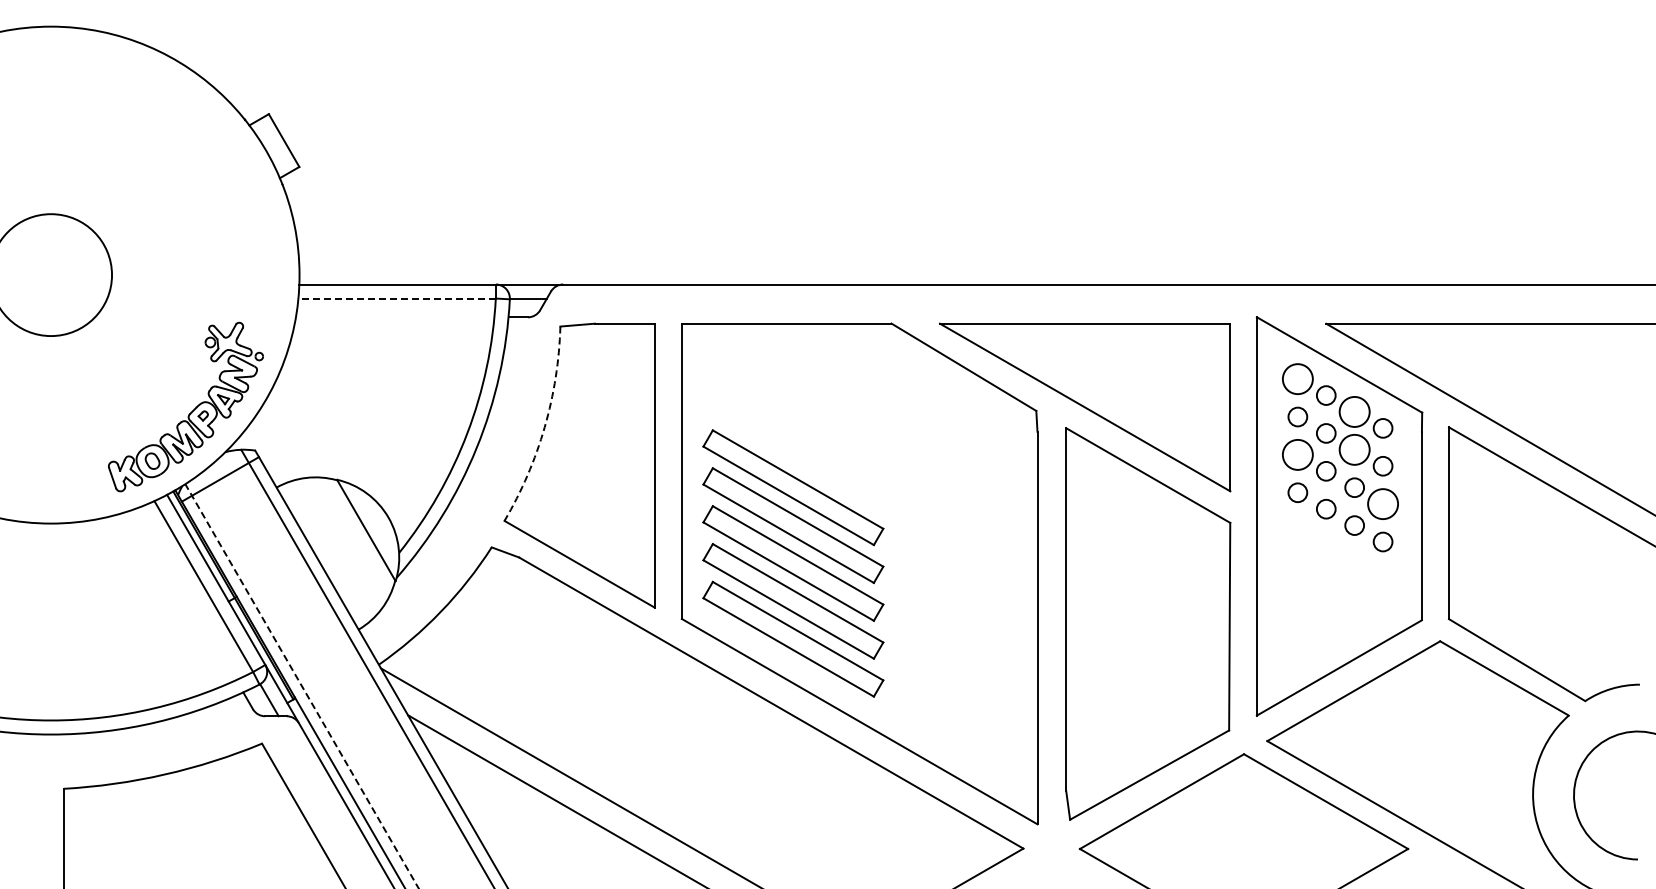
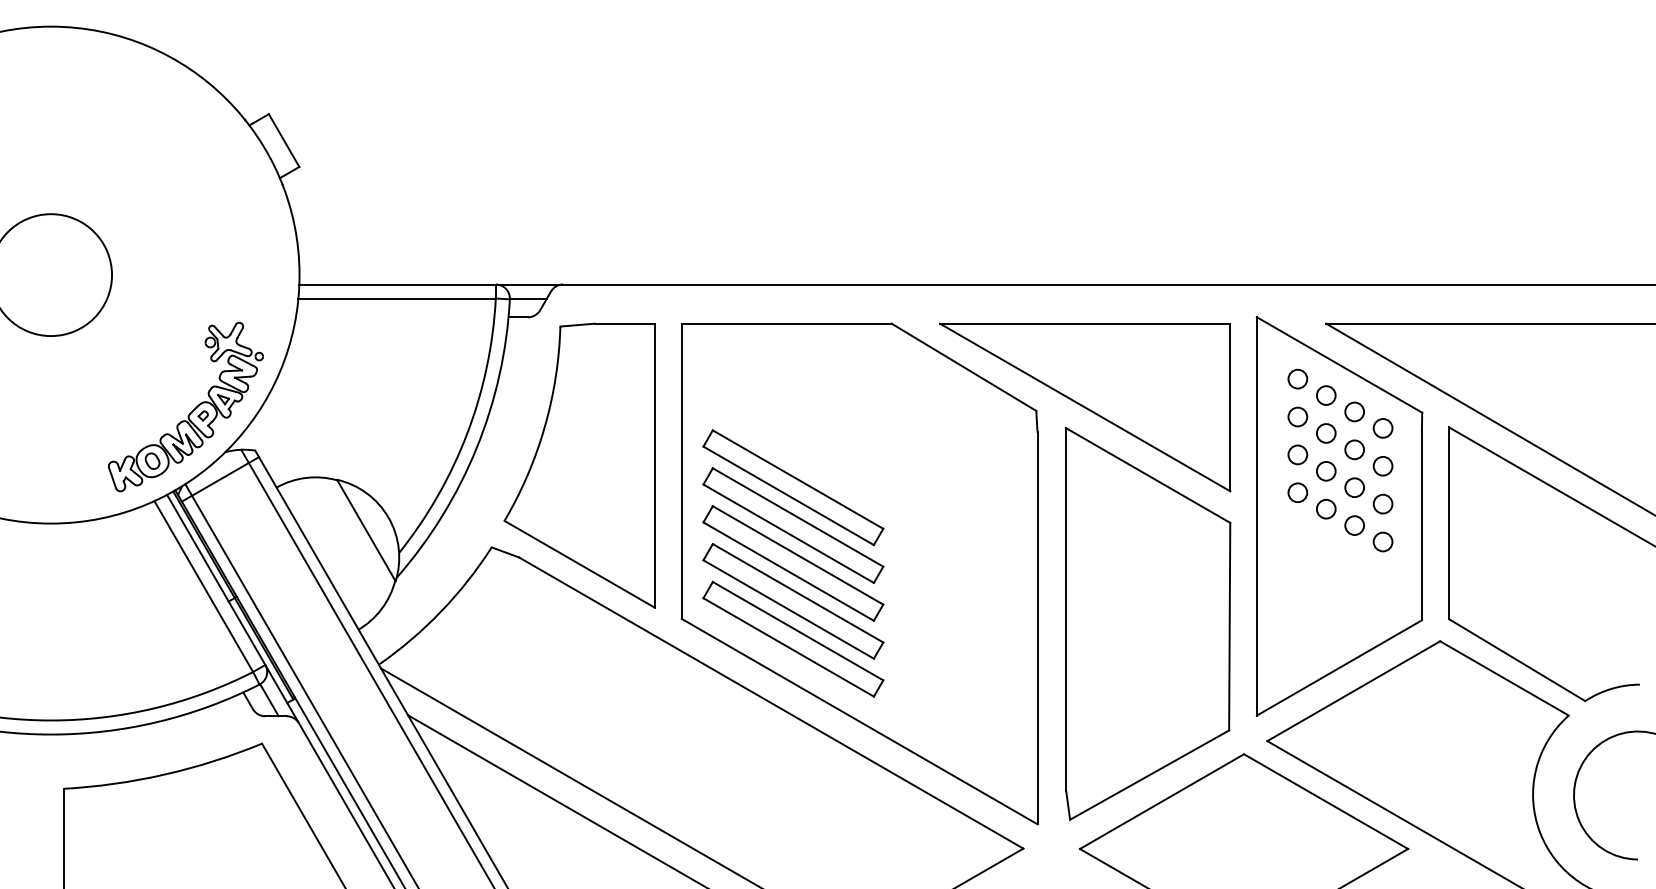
line at (397, 298): dashed -> solid
circle at (1297, 379) diameter: 30 px -> 19 px
circle at (1354, 411) diameter: 30 px -> 19 px
arc at (544, 427): dashed -> solid
circle at (1354, 449) diameter: 30 px -> 19 px
circle at (1297, 454) diameter: 30 px -> 19 px
circle at (1383, 504) diameter: 30 px -> 19 px
line at (301, 685): dashed -> solid
